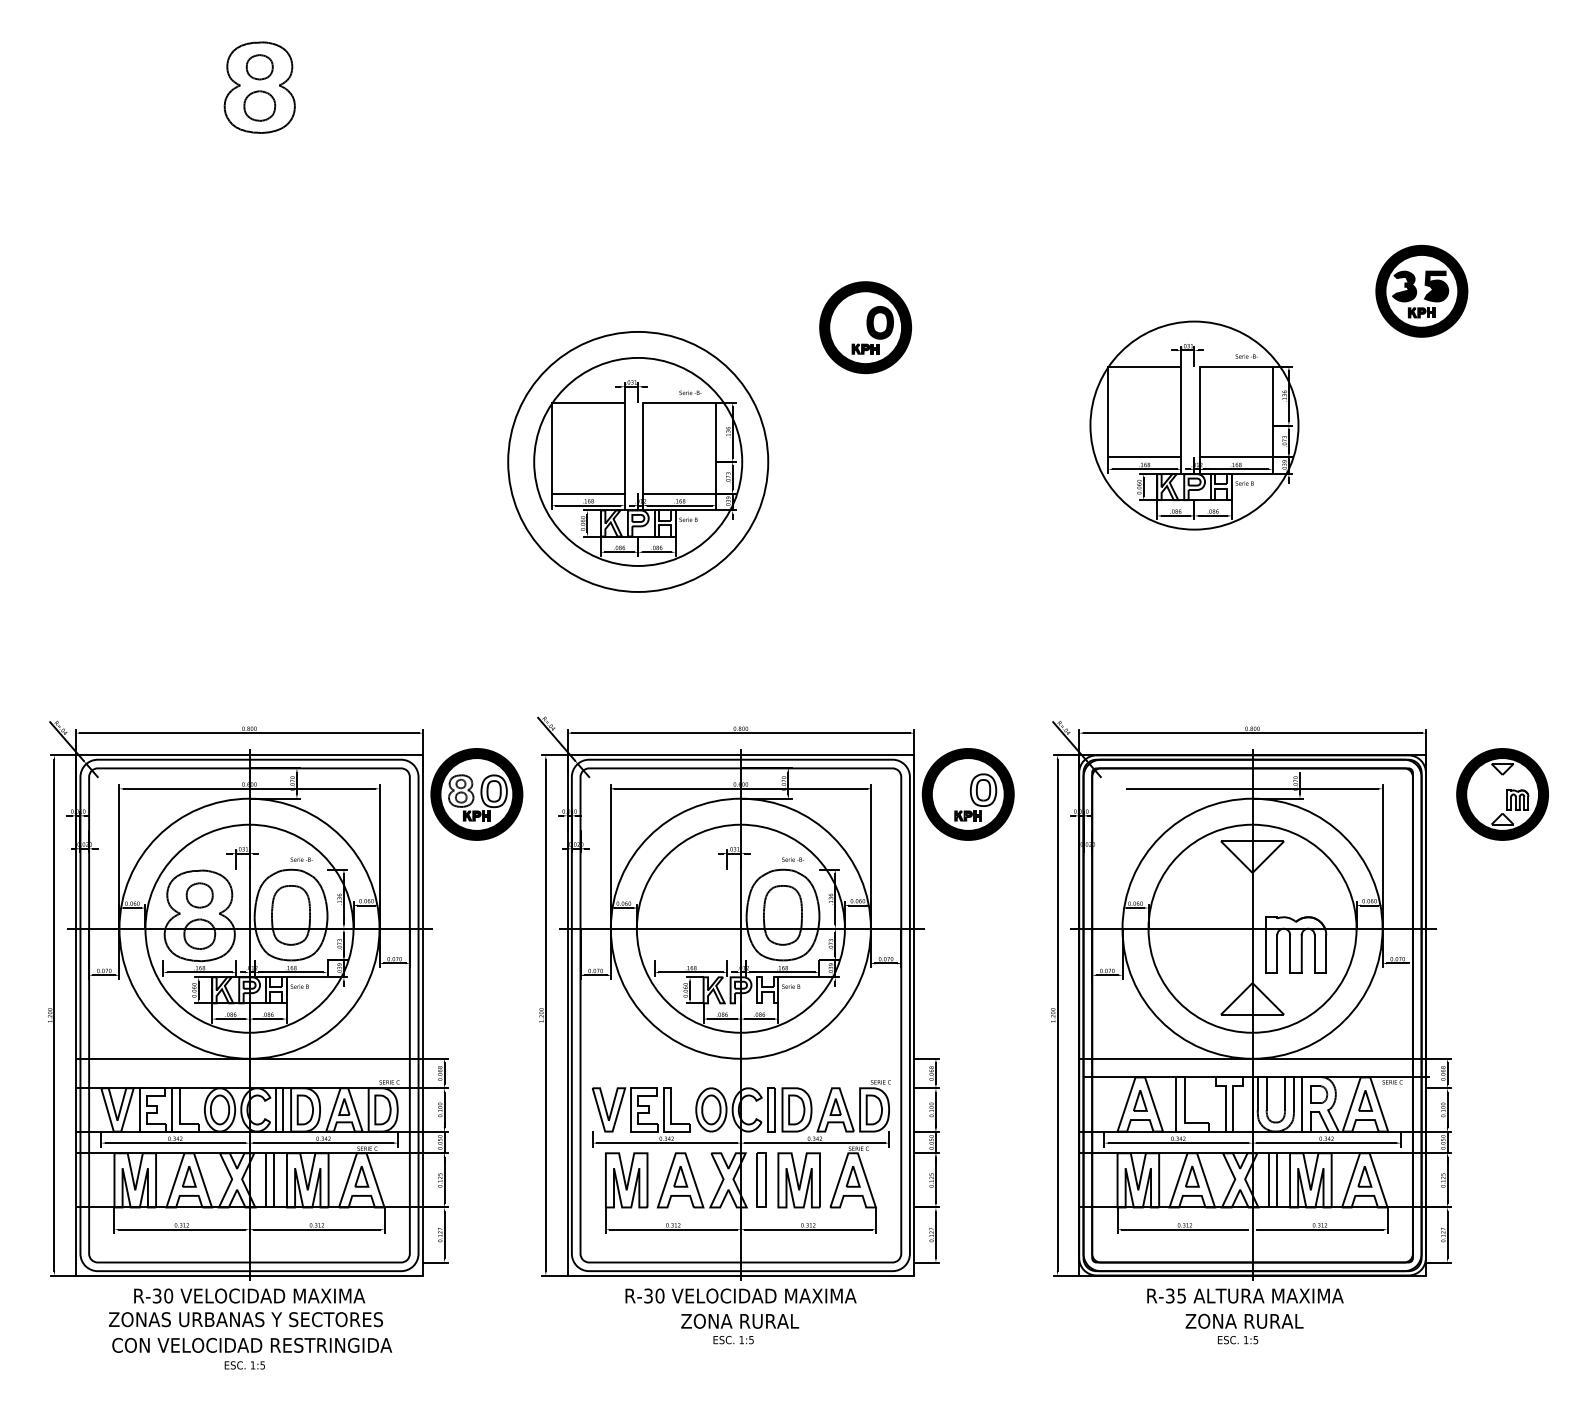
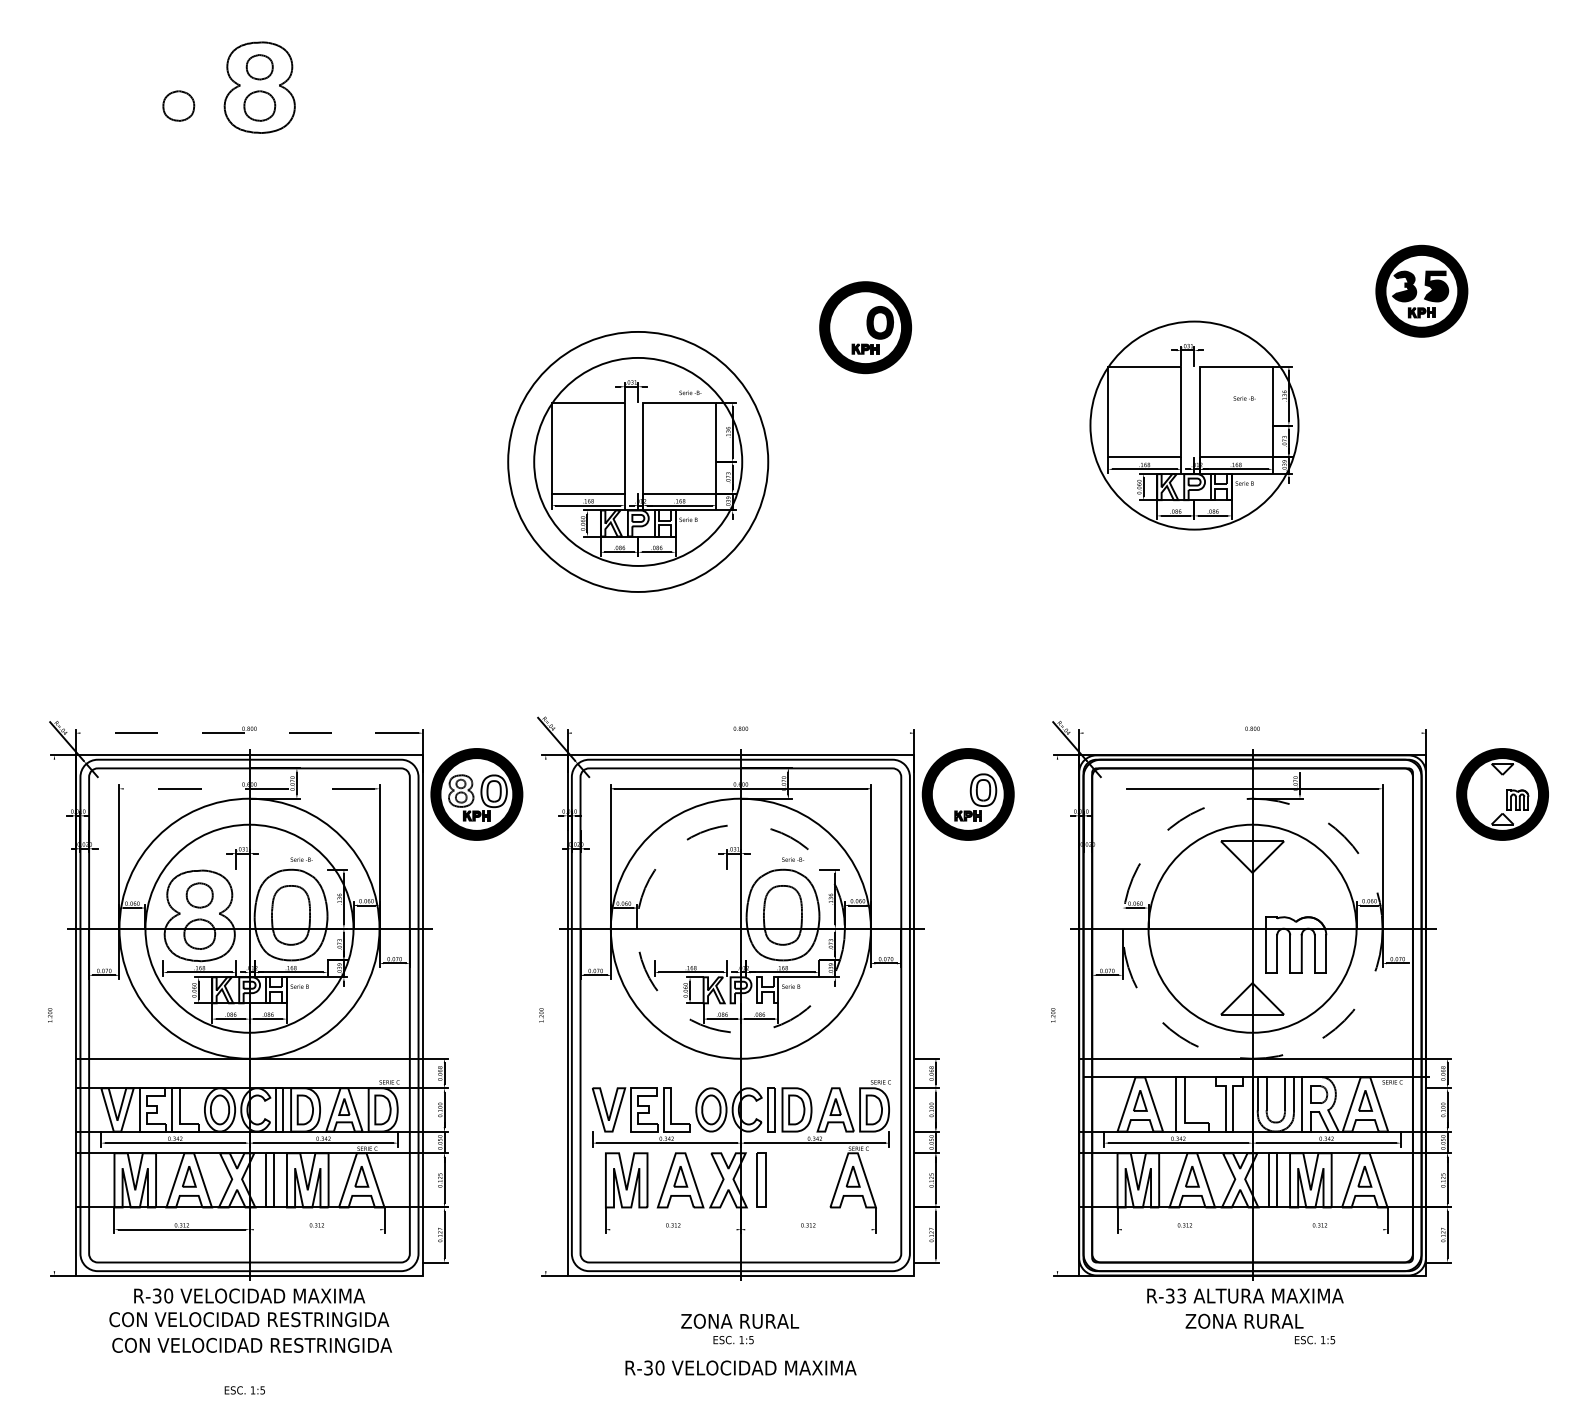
part at (178, 105): none -> present
text at (1246, 356) position: (1246, 356) -> (1244, 398)
line at (249, 733): solid -> dashed
line at (740, 733): present -> none
line at (1252, 733): present -> none
line at (249, 788): solid -> dashed
circle at (740, 928): solid -> dashed
circle at (1252, 928): solid -> dashed
line at (54, 1015): present -> none
line at (545, 1015): present -> none
line at (1057, 1015): present -> none
part at (798, 1180): present -> none
line at (316, 1229): present -> none
line at (673, 1229): present -> none
line at (808, 1229): present -> none
line at (1184, 1229): present -> none
line at (1319, 1229): present -> none
text at (740, 1295) position: (740, 1295) -> (740, 1367)
text at (1181, 1295): R-35 -> R-33
text at (249, 1319): ZONAS URBANAS Y SECTORES -> CON VELOCIDAD RESTRINGIDA
text at (1238, 1340) position: (1238, 1340) -> (1315, 1340)
text at (244, 1365) position: (244, 1365) -> (244, 1390)
